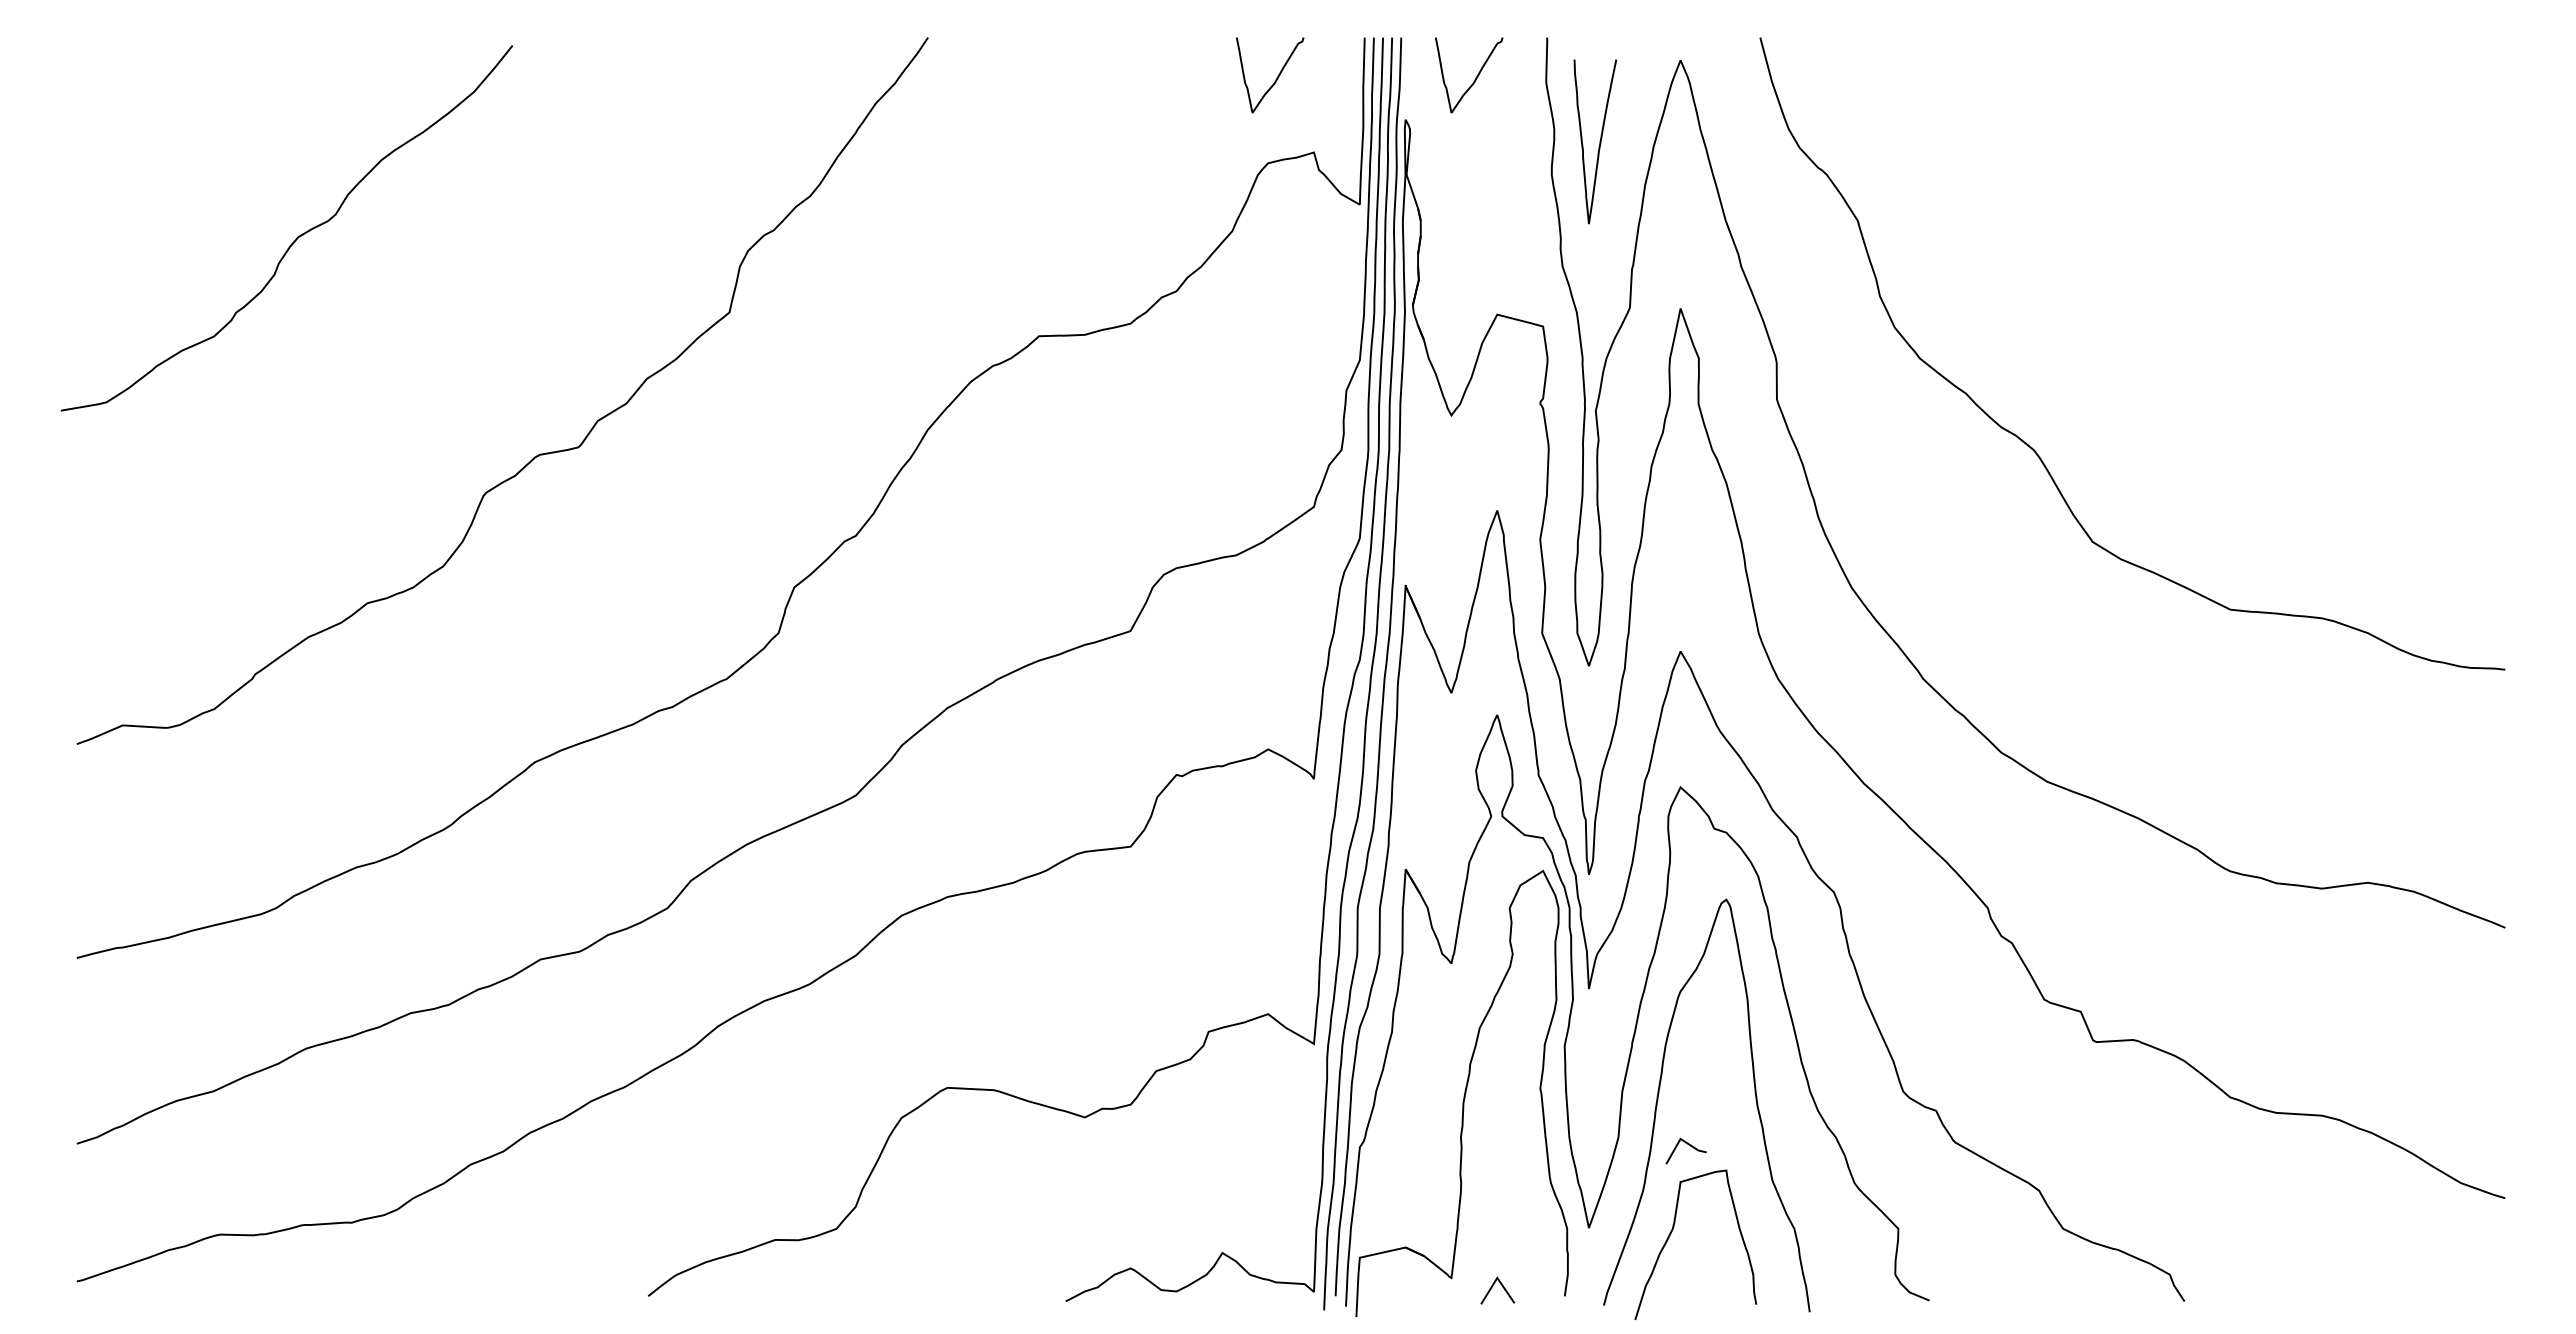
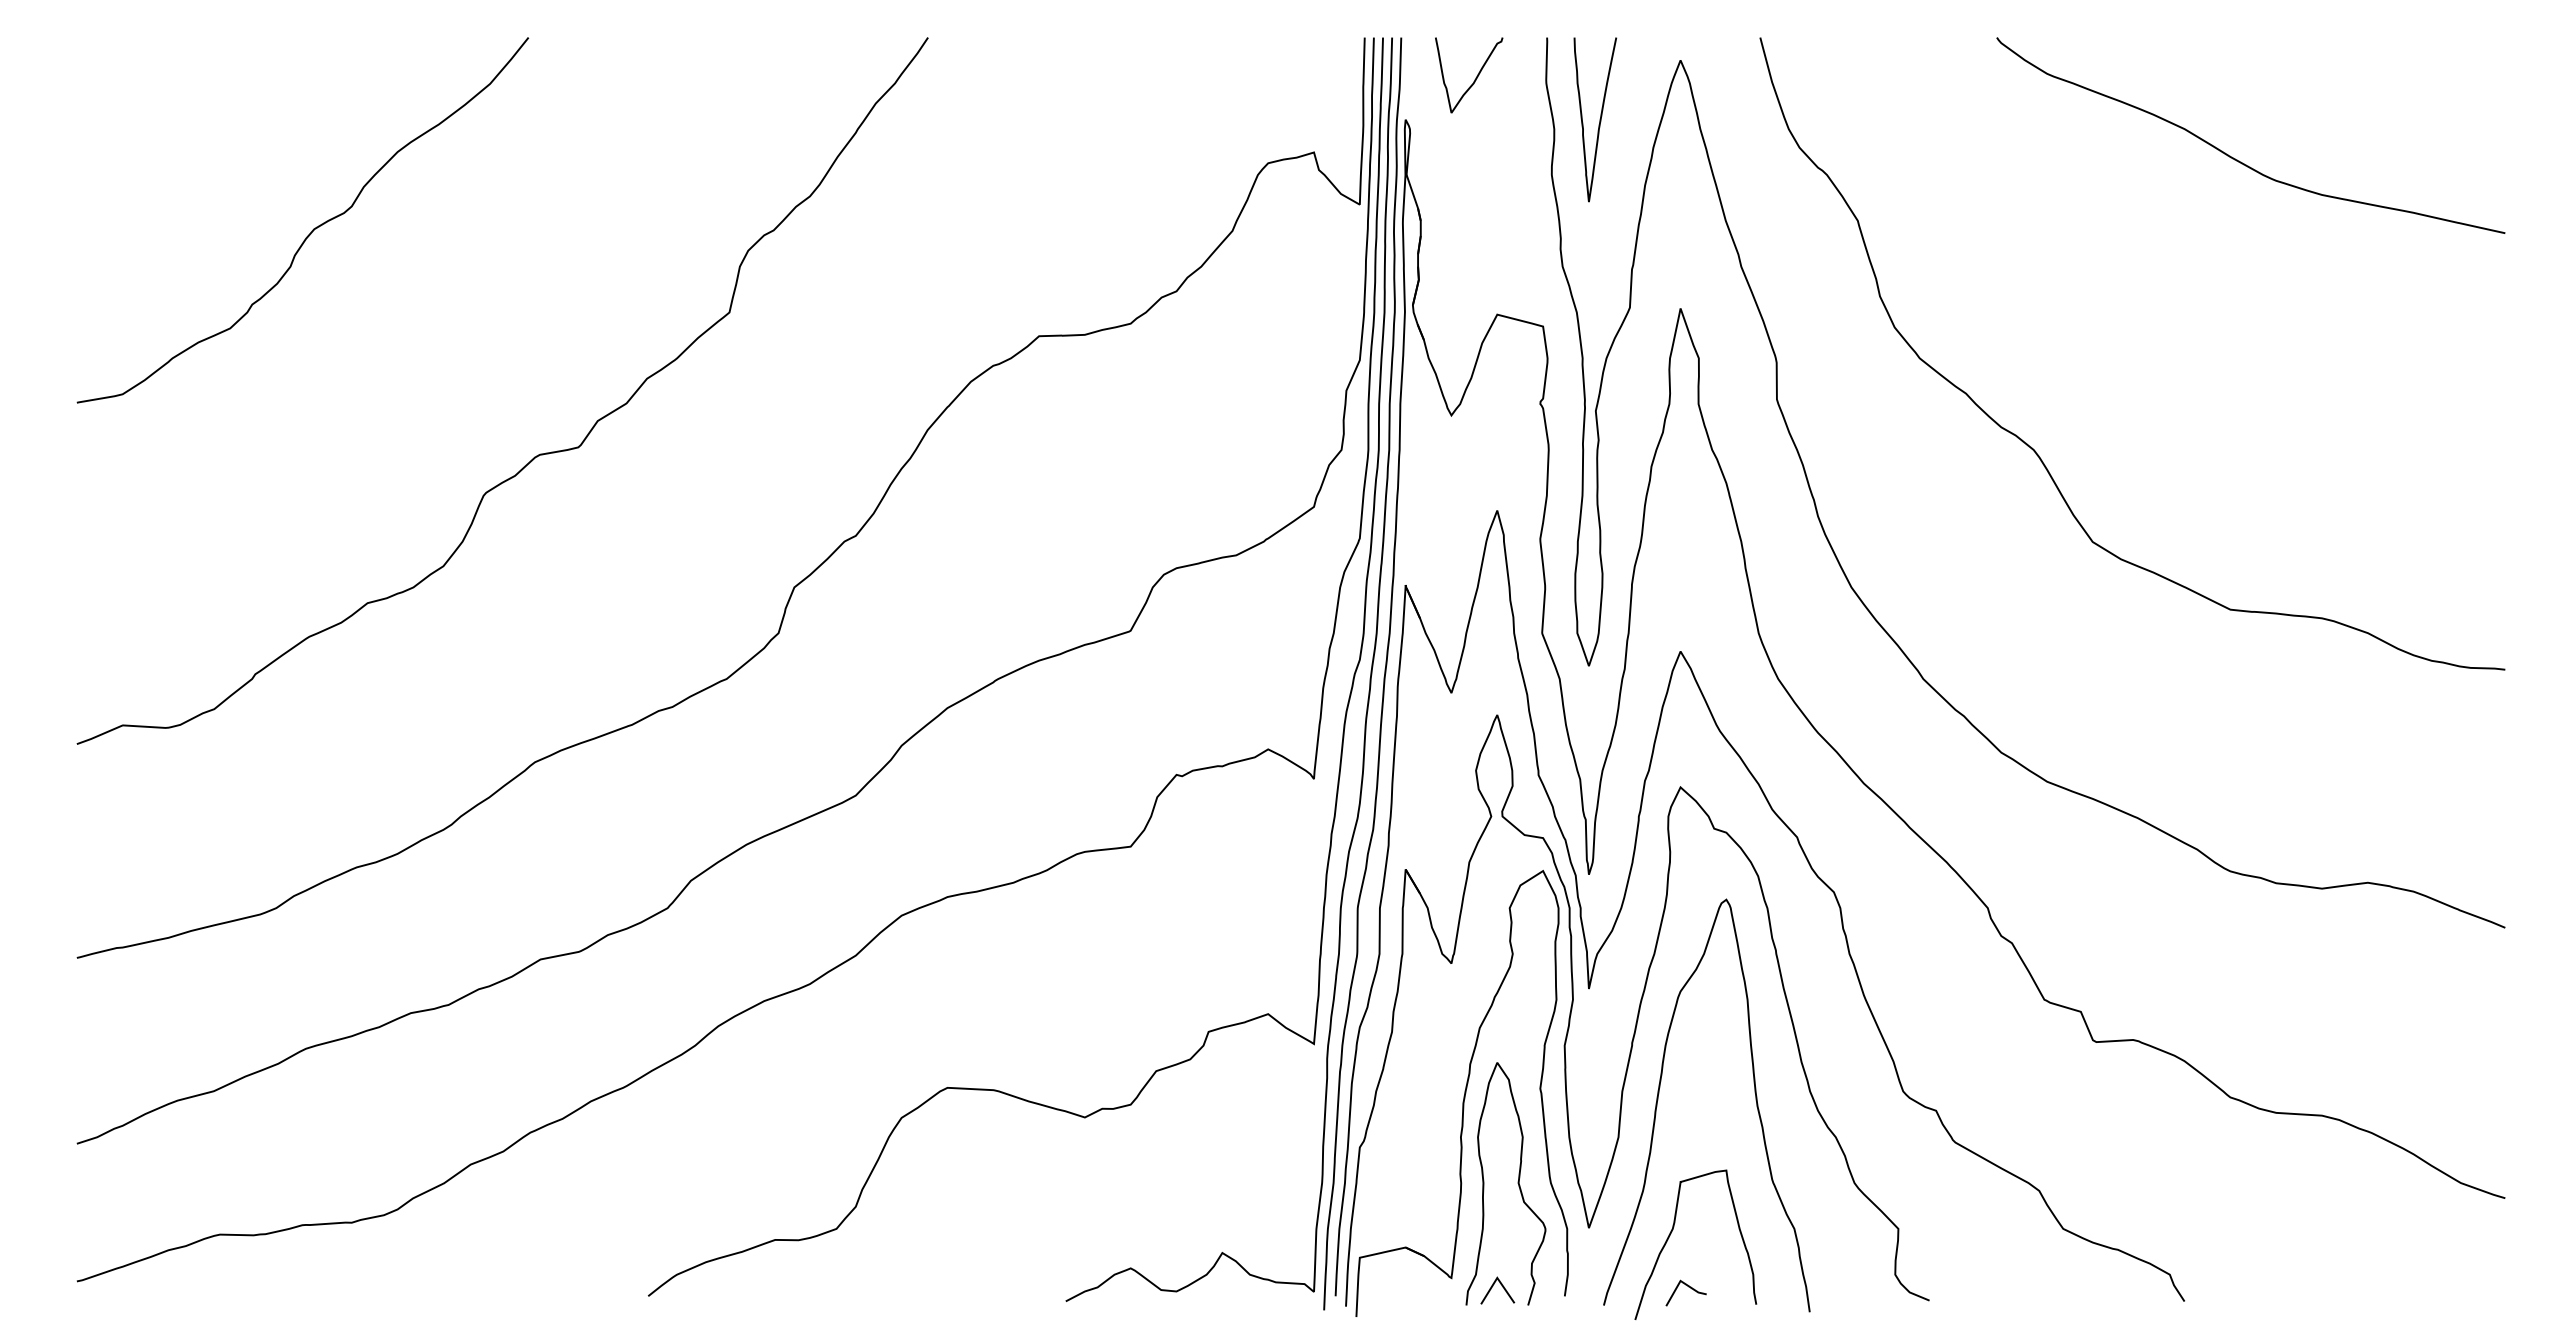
curve at (1276, 77): present -> none
curve at (1599, 141) position: (1599, 141) -> (1599, 119)
curve at (2237, 159): none -> present
curve at (296, 237) position: (296, 237) -> (312, 229)
line at (1688, 1145) position: (1688, 1145) -> (1688, 1287)
curve at (1517, 1183): none -> present
